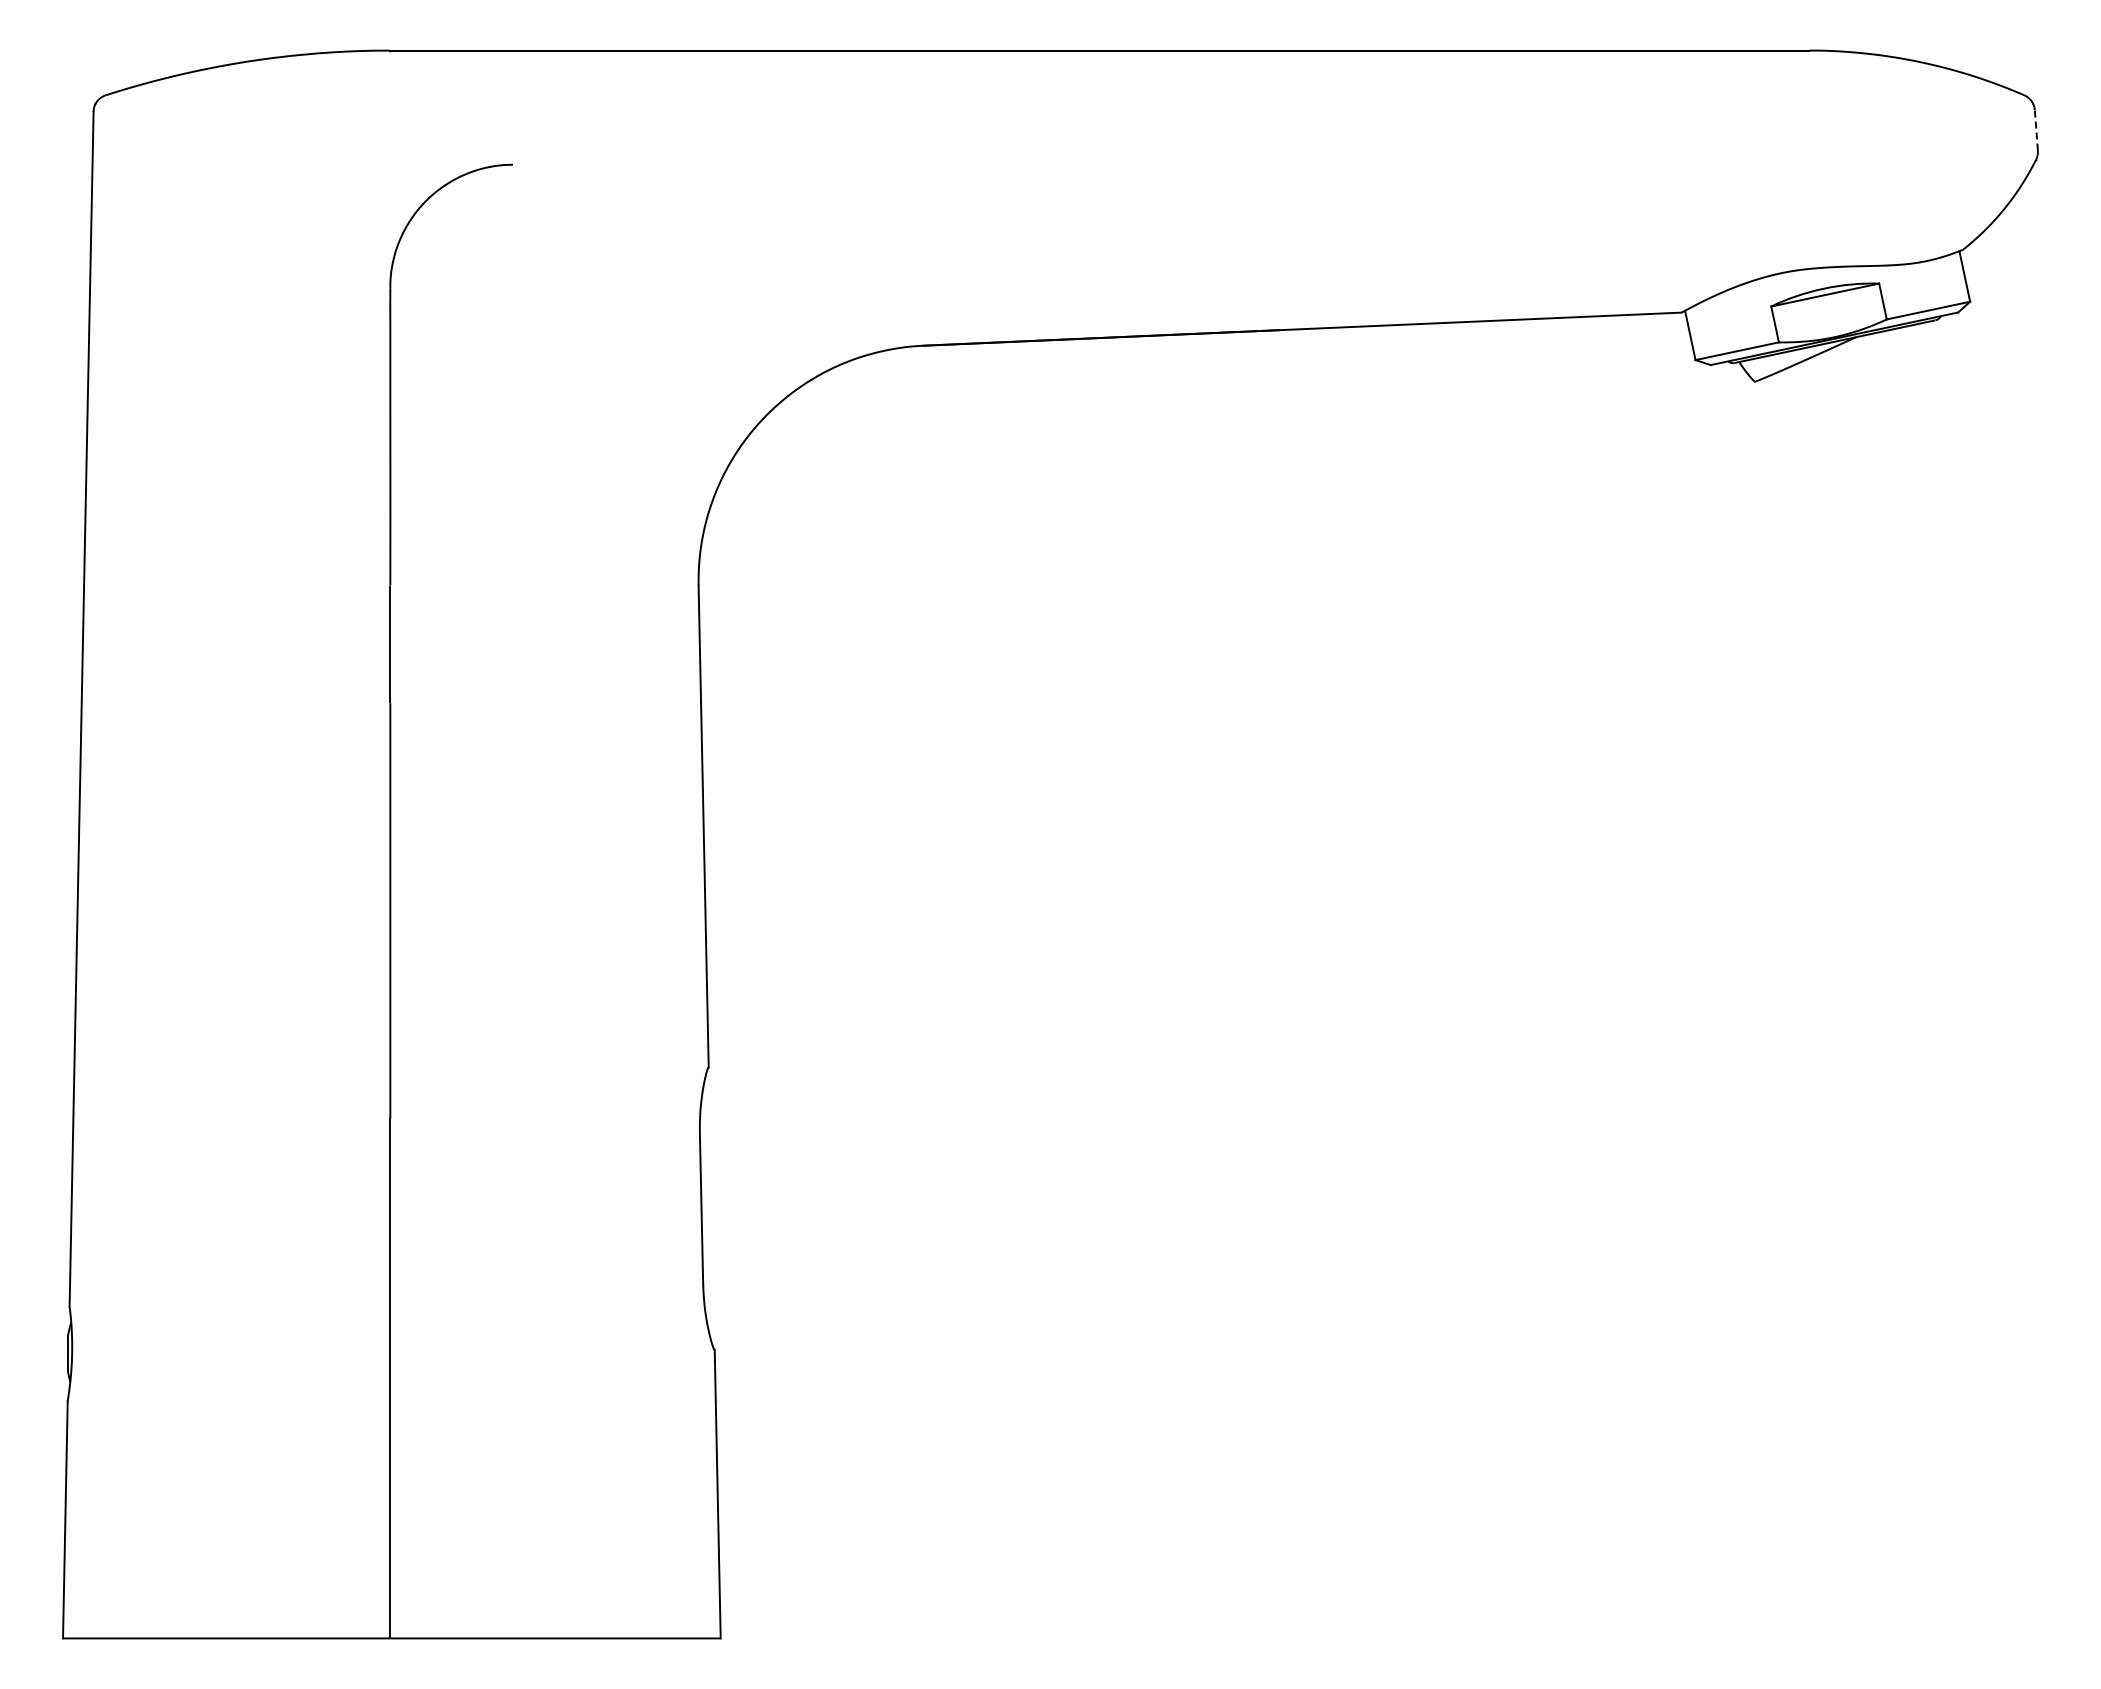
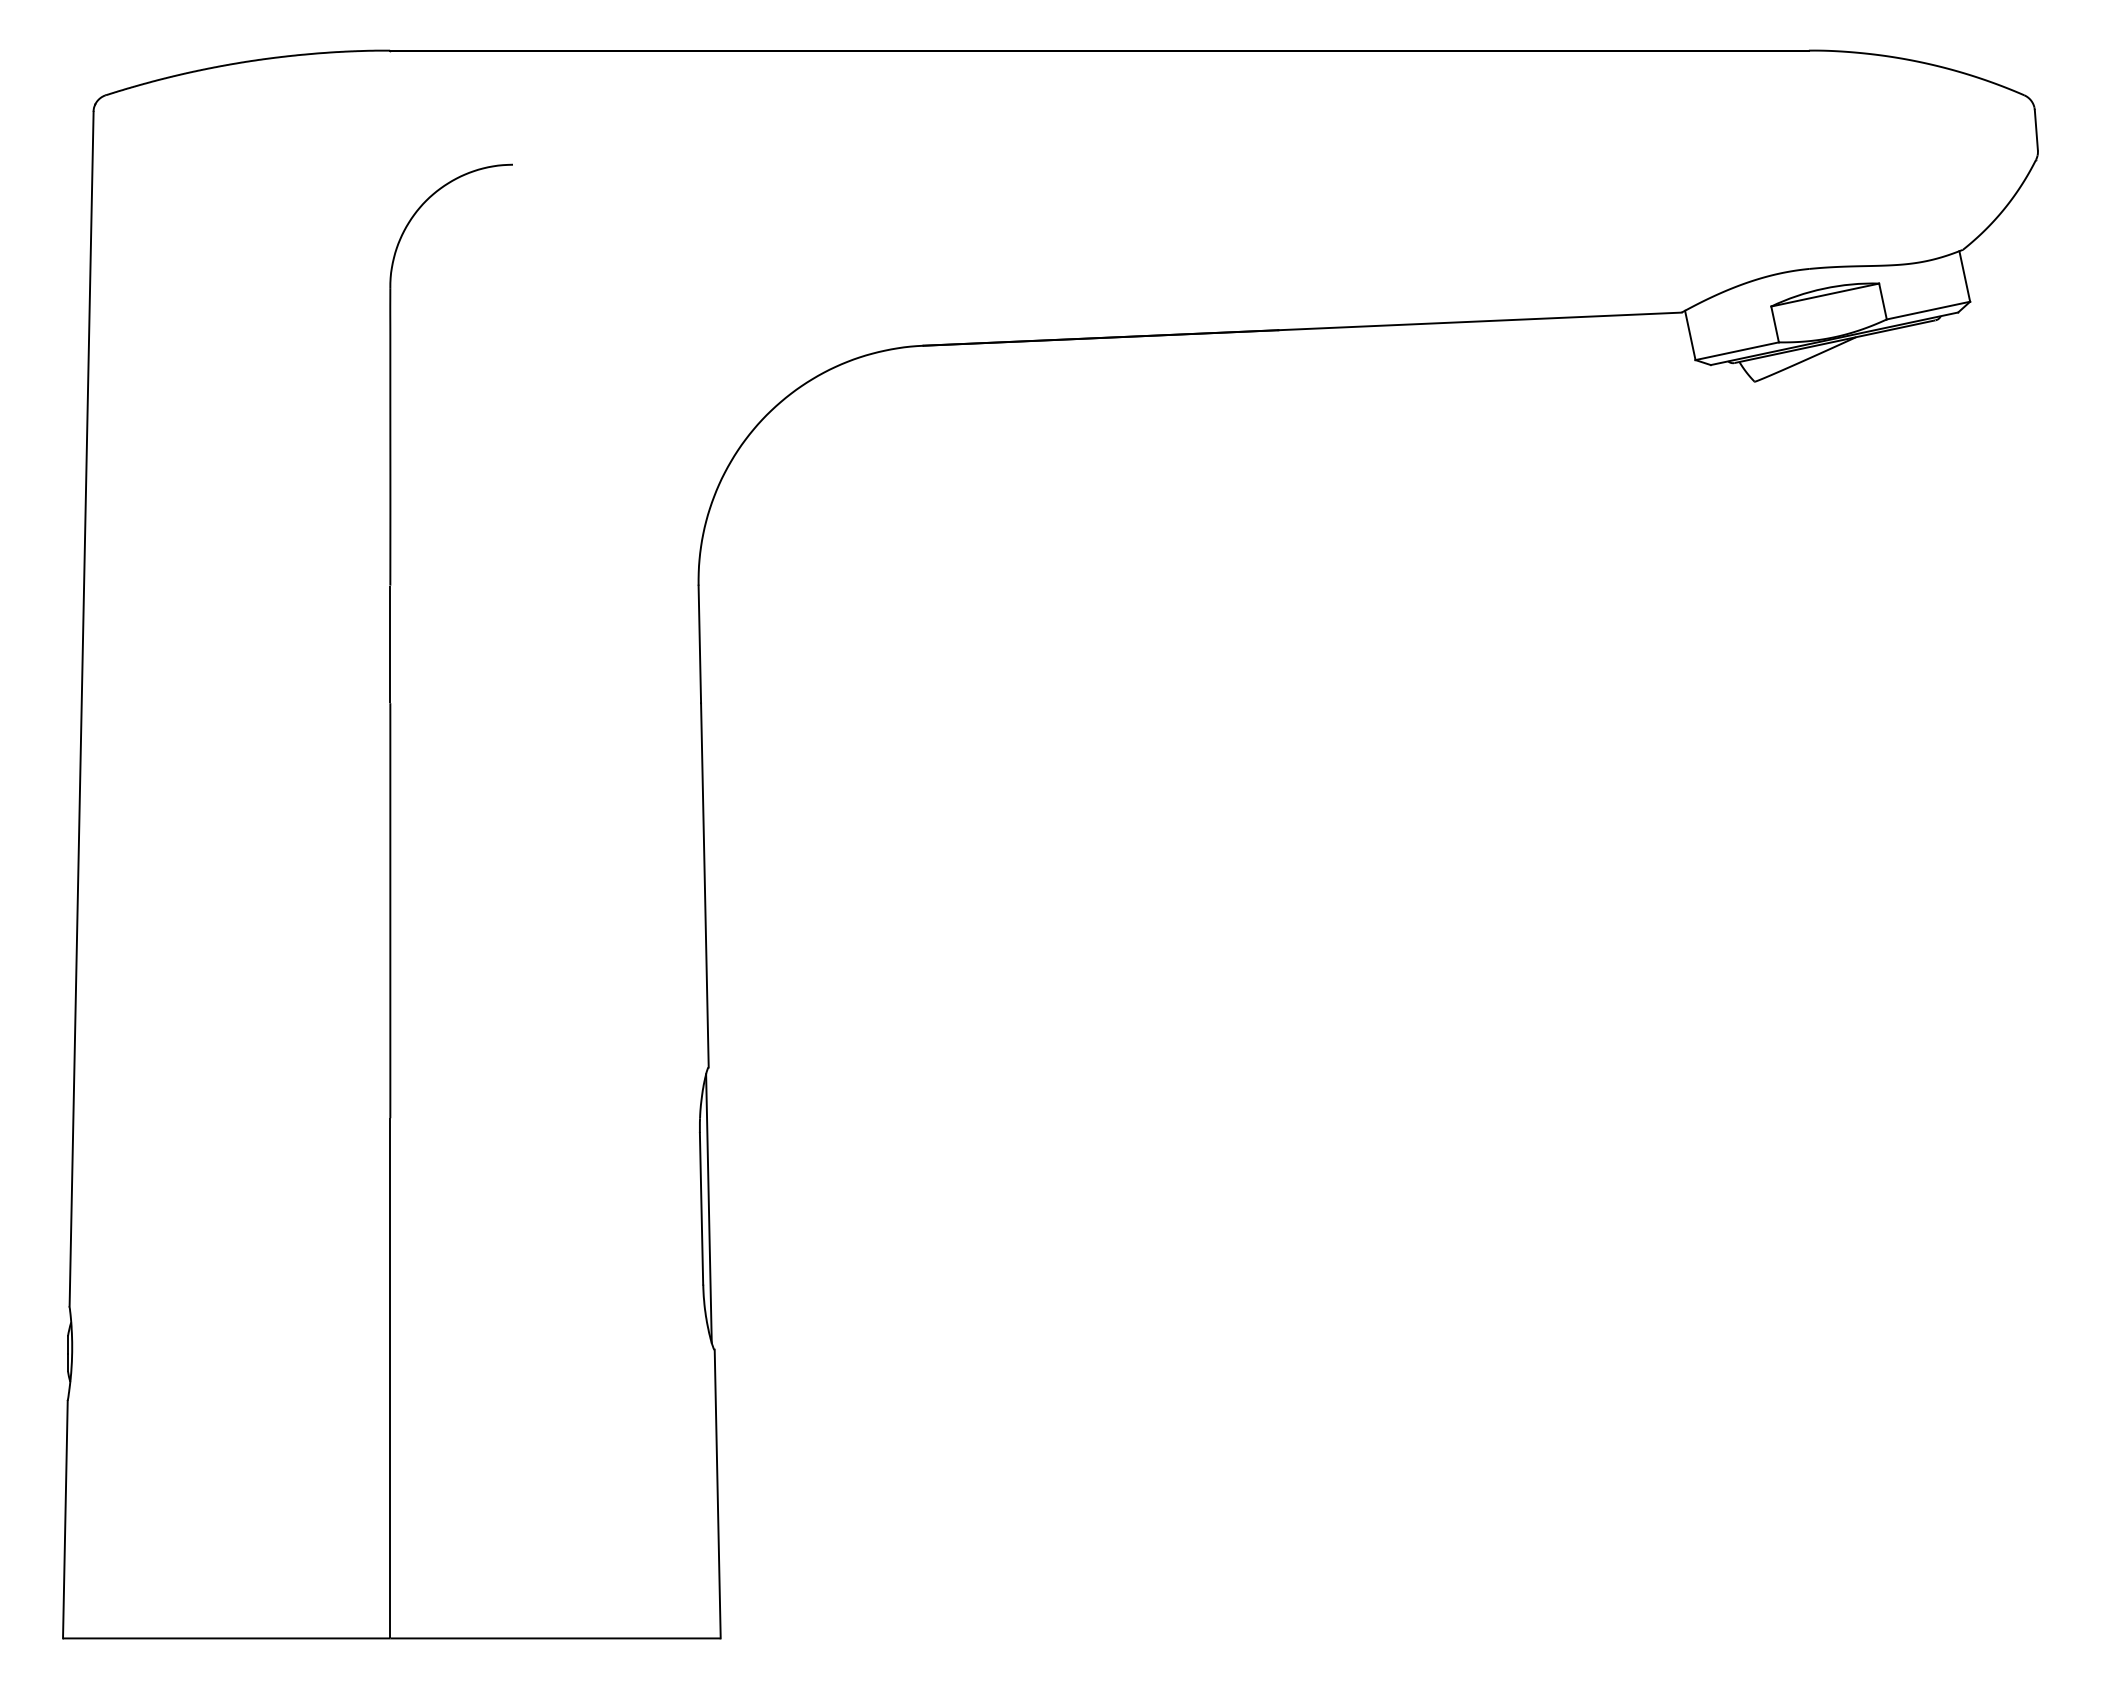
line at (2036, 129): dashed -> solid
line at (708, 1208): none -> present
